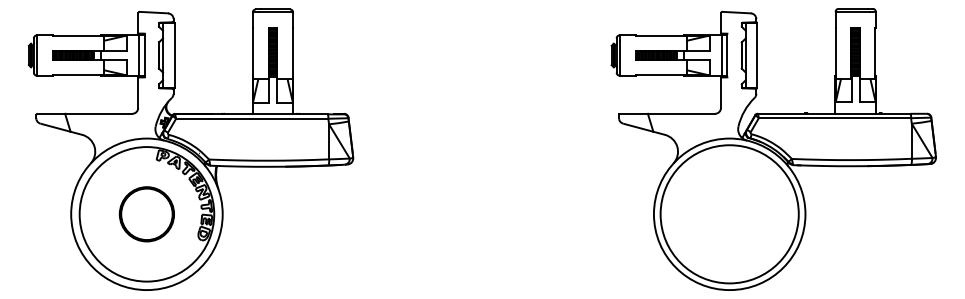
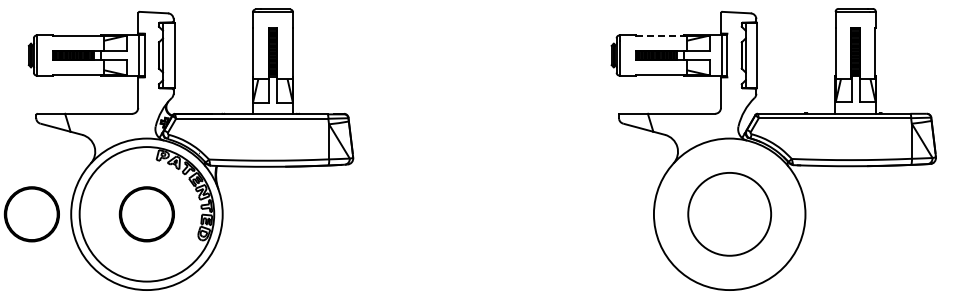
line at (661, 35): solid -> dashed
part at (31, 214): none -> present
circle at (729, 214) diameter: 138 px -> 83 px
